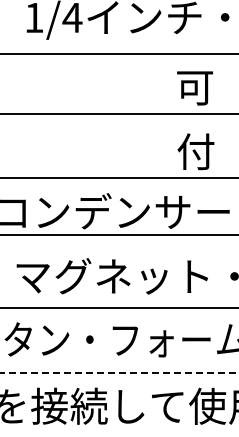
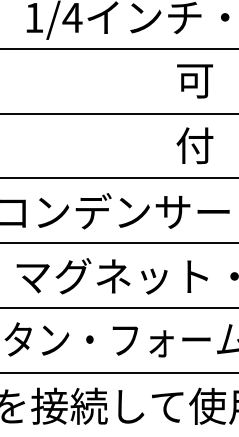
line at (118, 53) position: (118, 53) -> (118, 48)
text at (194, 88) position: (194, 88) -> (194, 81)
text at (195, 151) position: (195, 151) -> (194, 145)
line at (118, 235) position: (118, 235) -> (118, 243)
line at (119, 372): dashed -> solid
